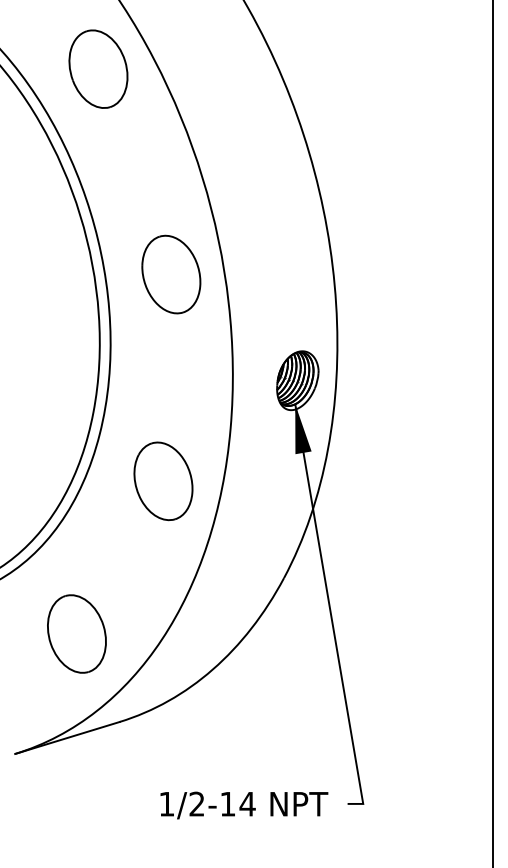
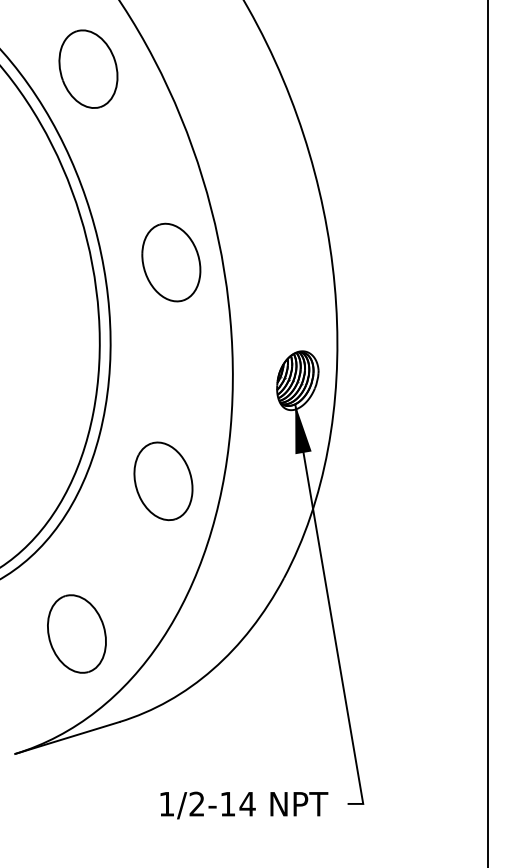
part at (98, 68) position: (98, 68) -> (88, 68)
part at (171, 274) position: (171, 274) -> (171, 262)
line at (492, 433) position: (492, 433) -> (487, 433)
